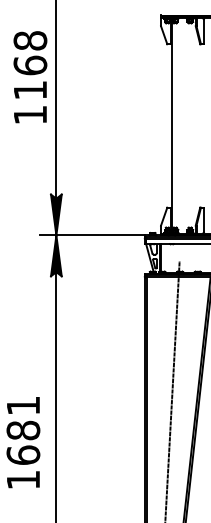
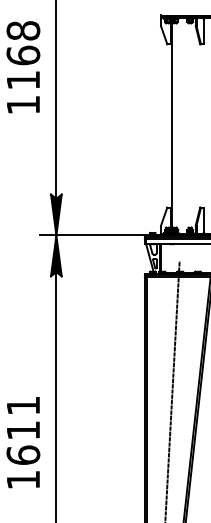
text at (30, 77) position: (30, 77) -> (23, 67)
text at (23, 430): 1681 -> 1611
